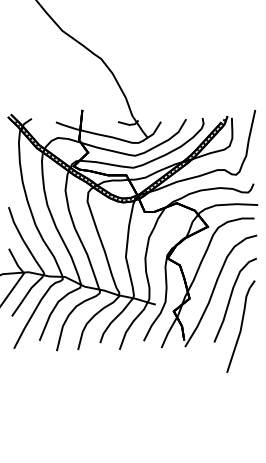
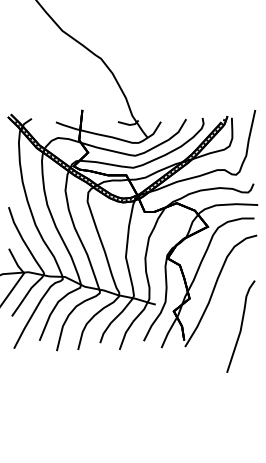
curve at (231, 297): present -> none
